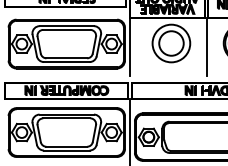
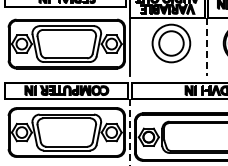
line at (206, 47): solid -> dashed
line at (130, 132): solid -> dashed
